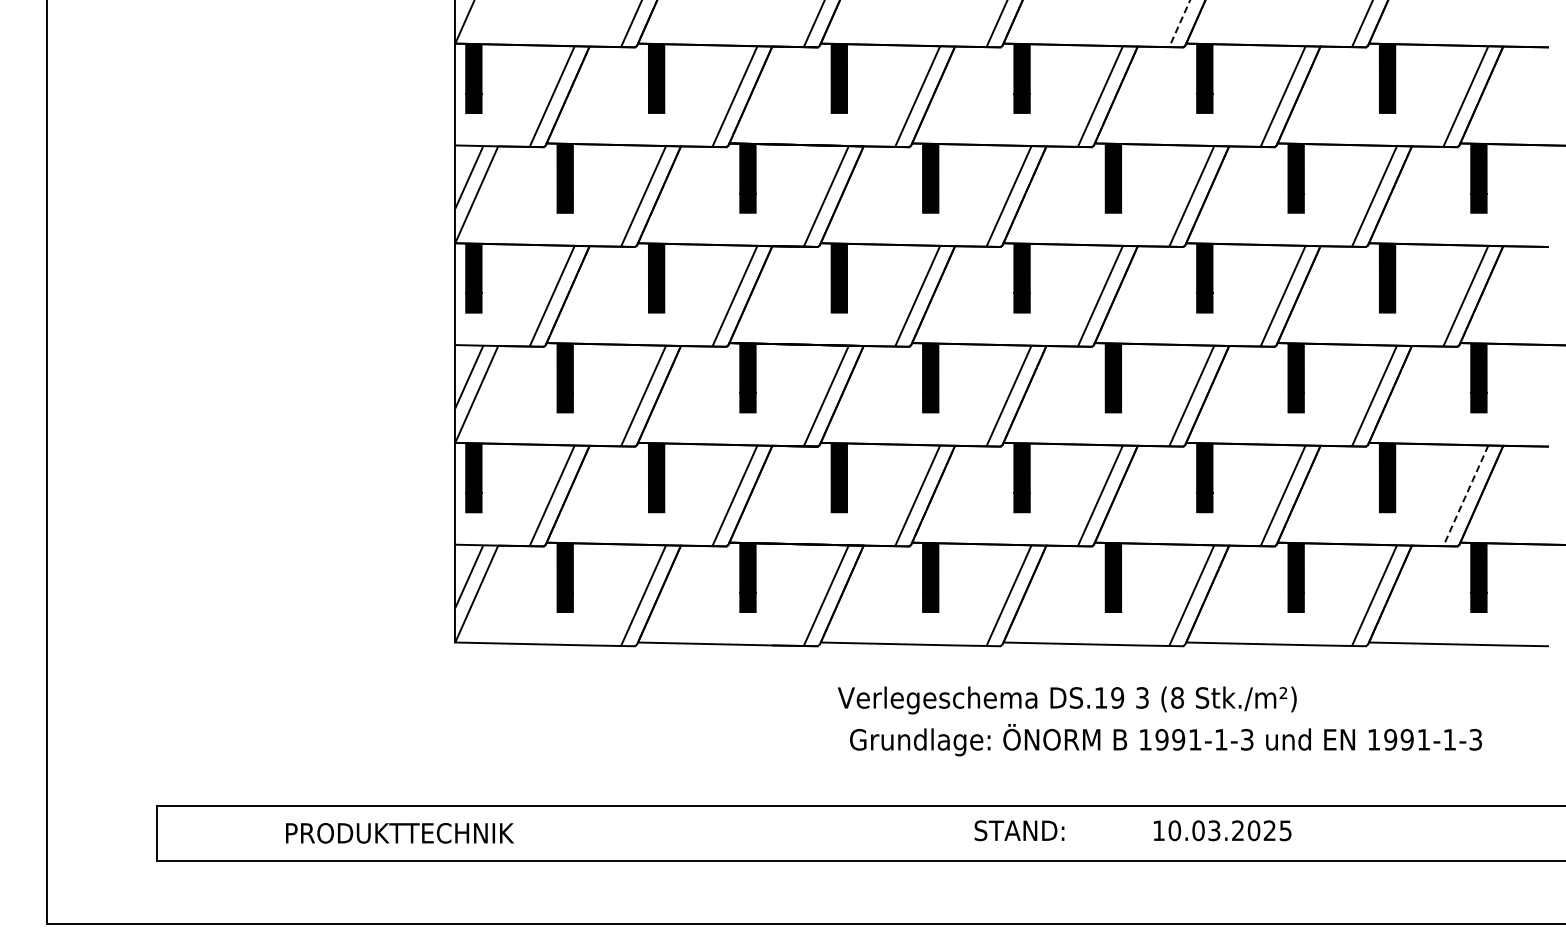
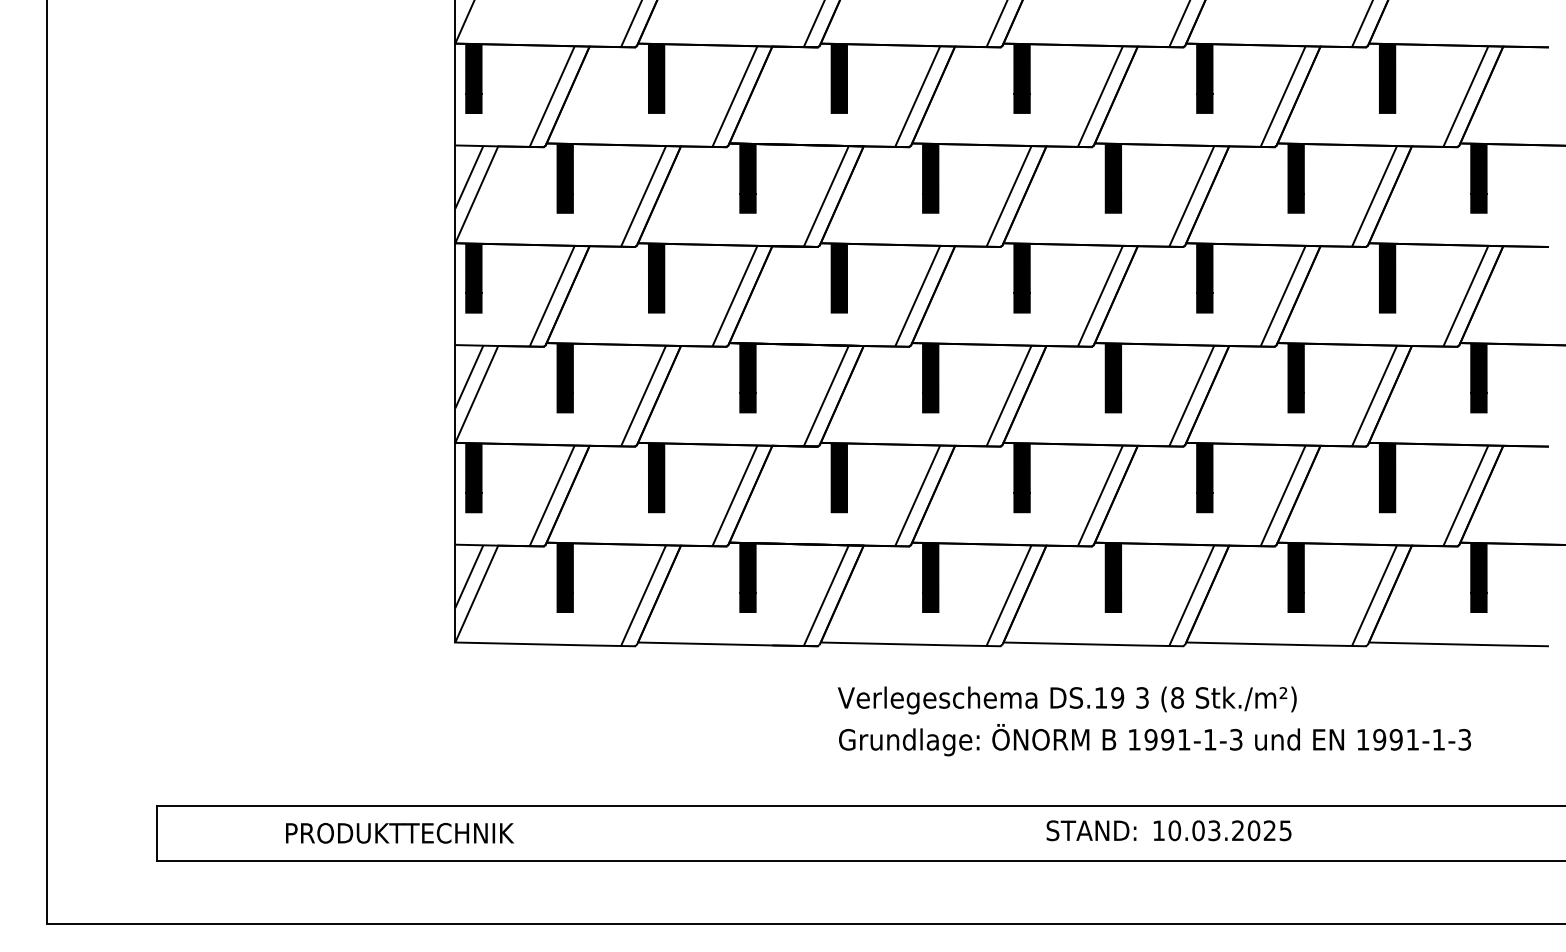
line at (1179, 24): dashed -> solid
line at (1465, 496): dashed -> solid
text at (1165, 740) position: (1165, 740) -> (1154, 740)
text at (1019, 830) position: (1019, 830) -> (1091, 830)
